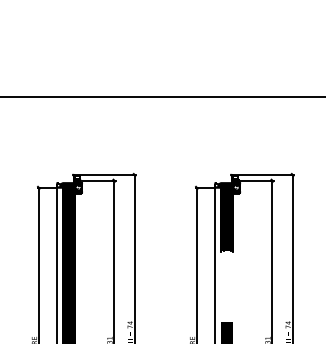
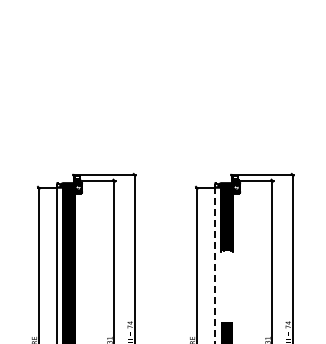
line at (162, 96): present -> none
line at (214, 266): solid -> dashed
